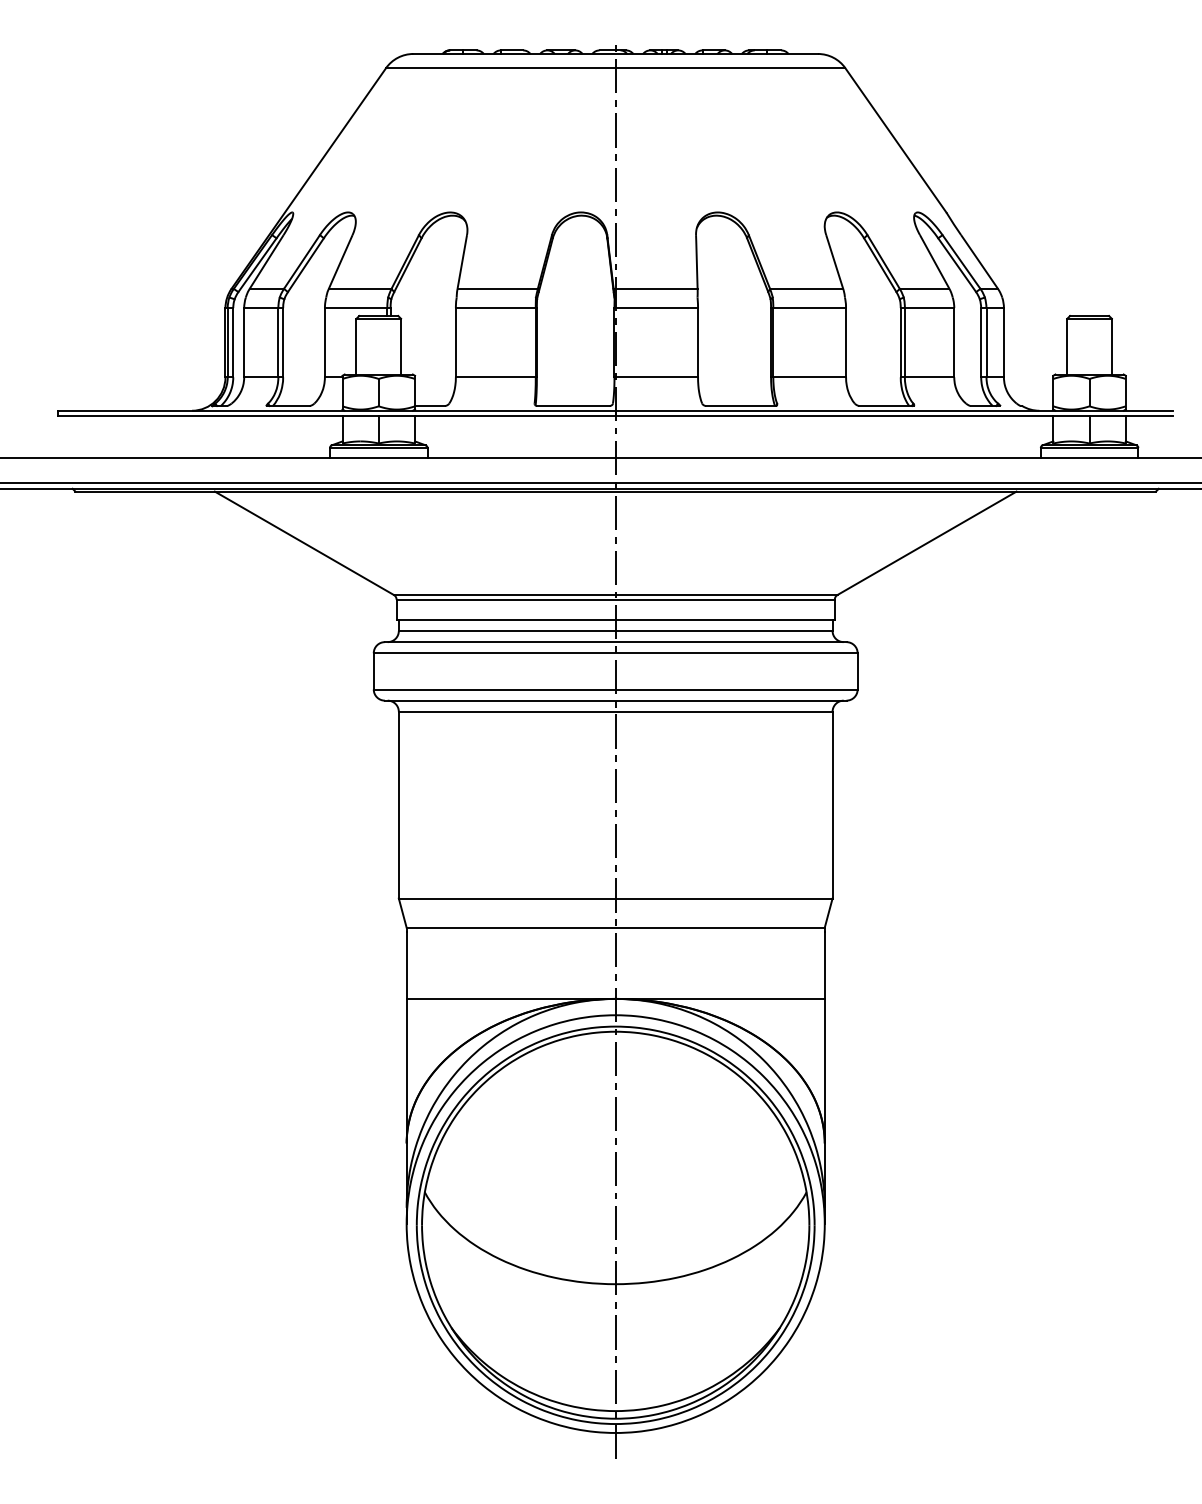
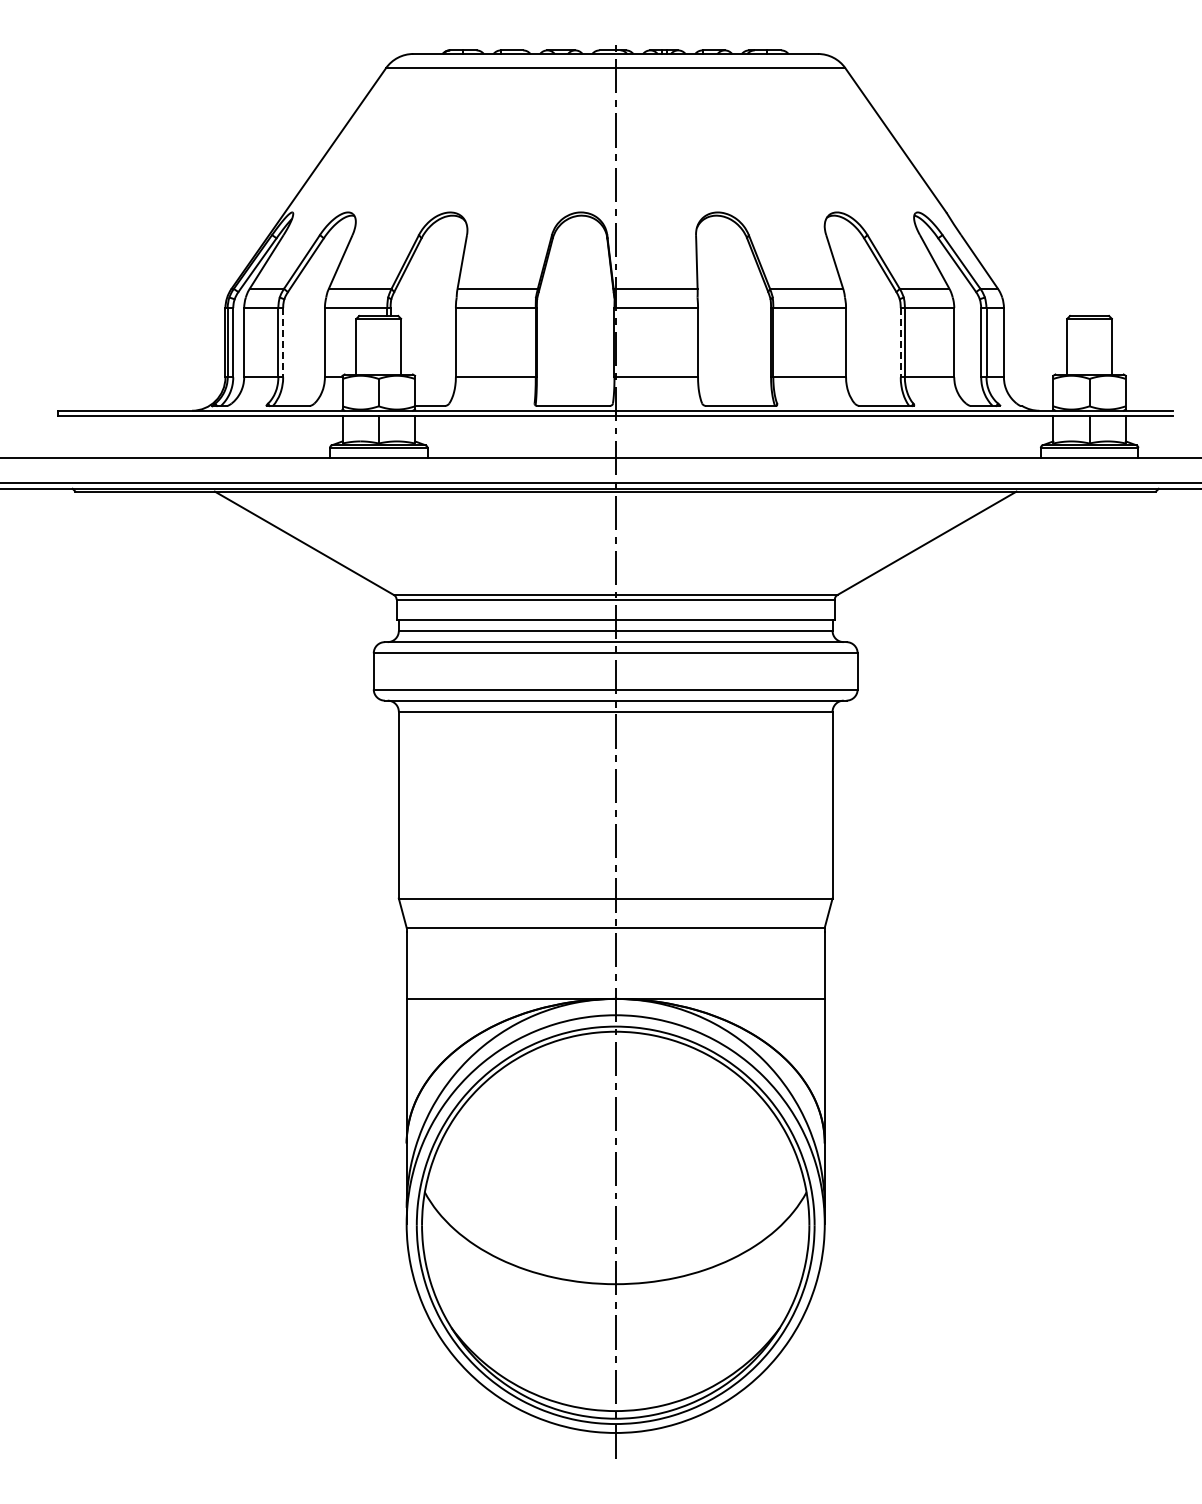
line at (283, 342): solid -> dashed
line at (900, 342): solid -> dashed
